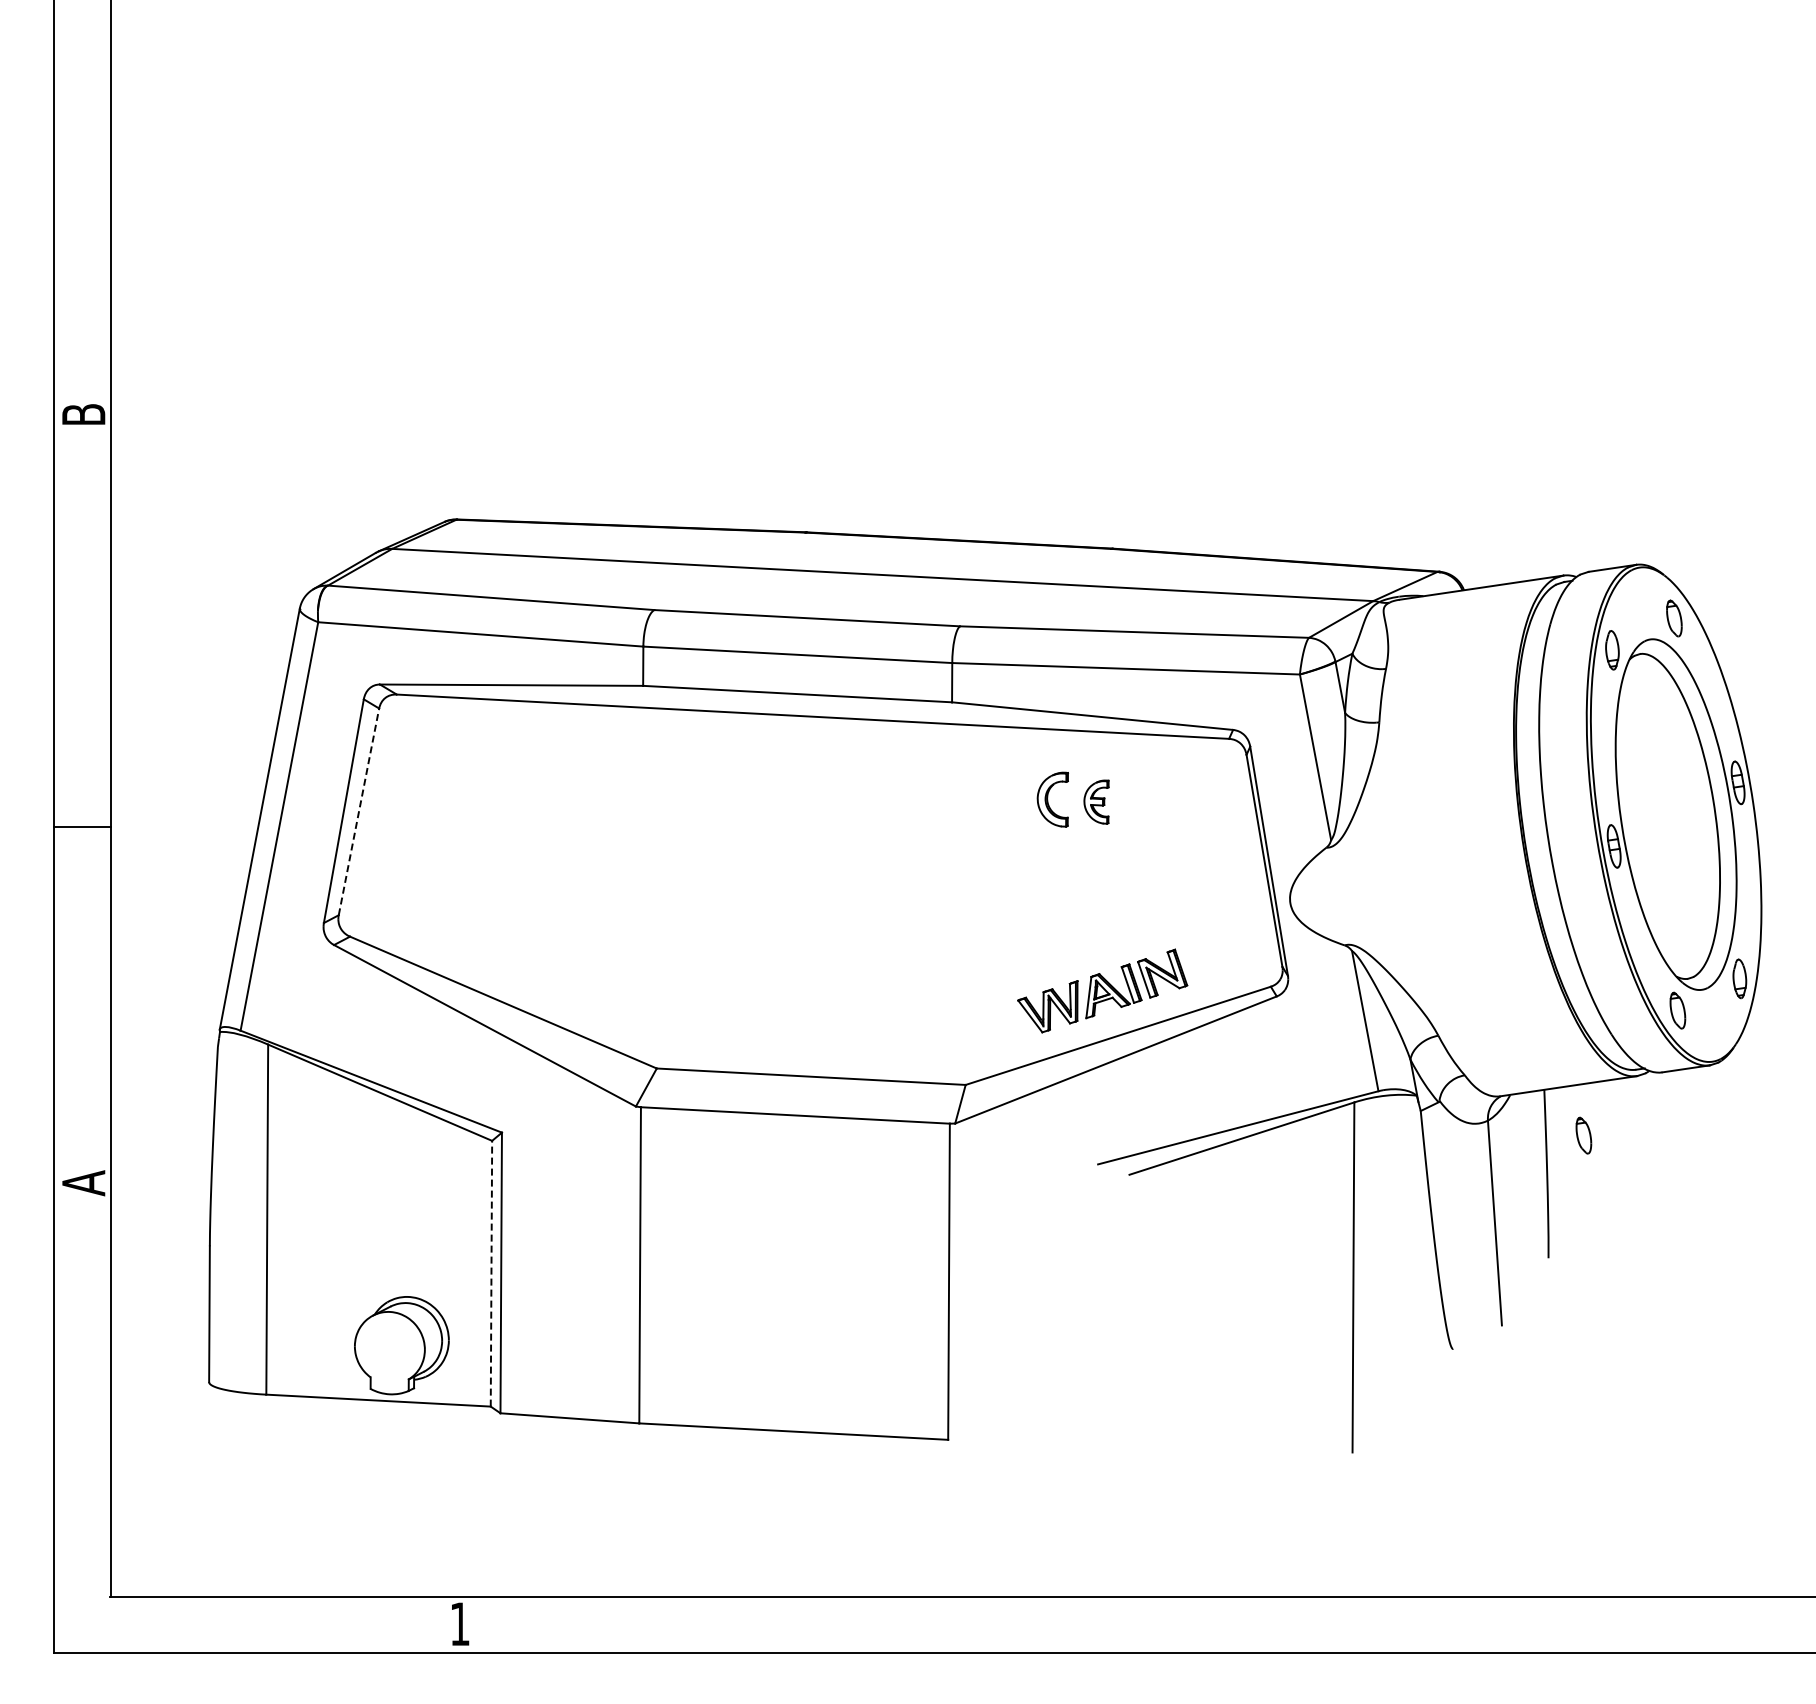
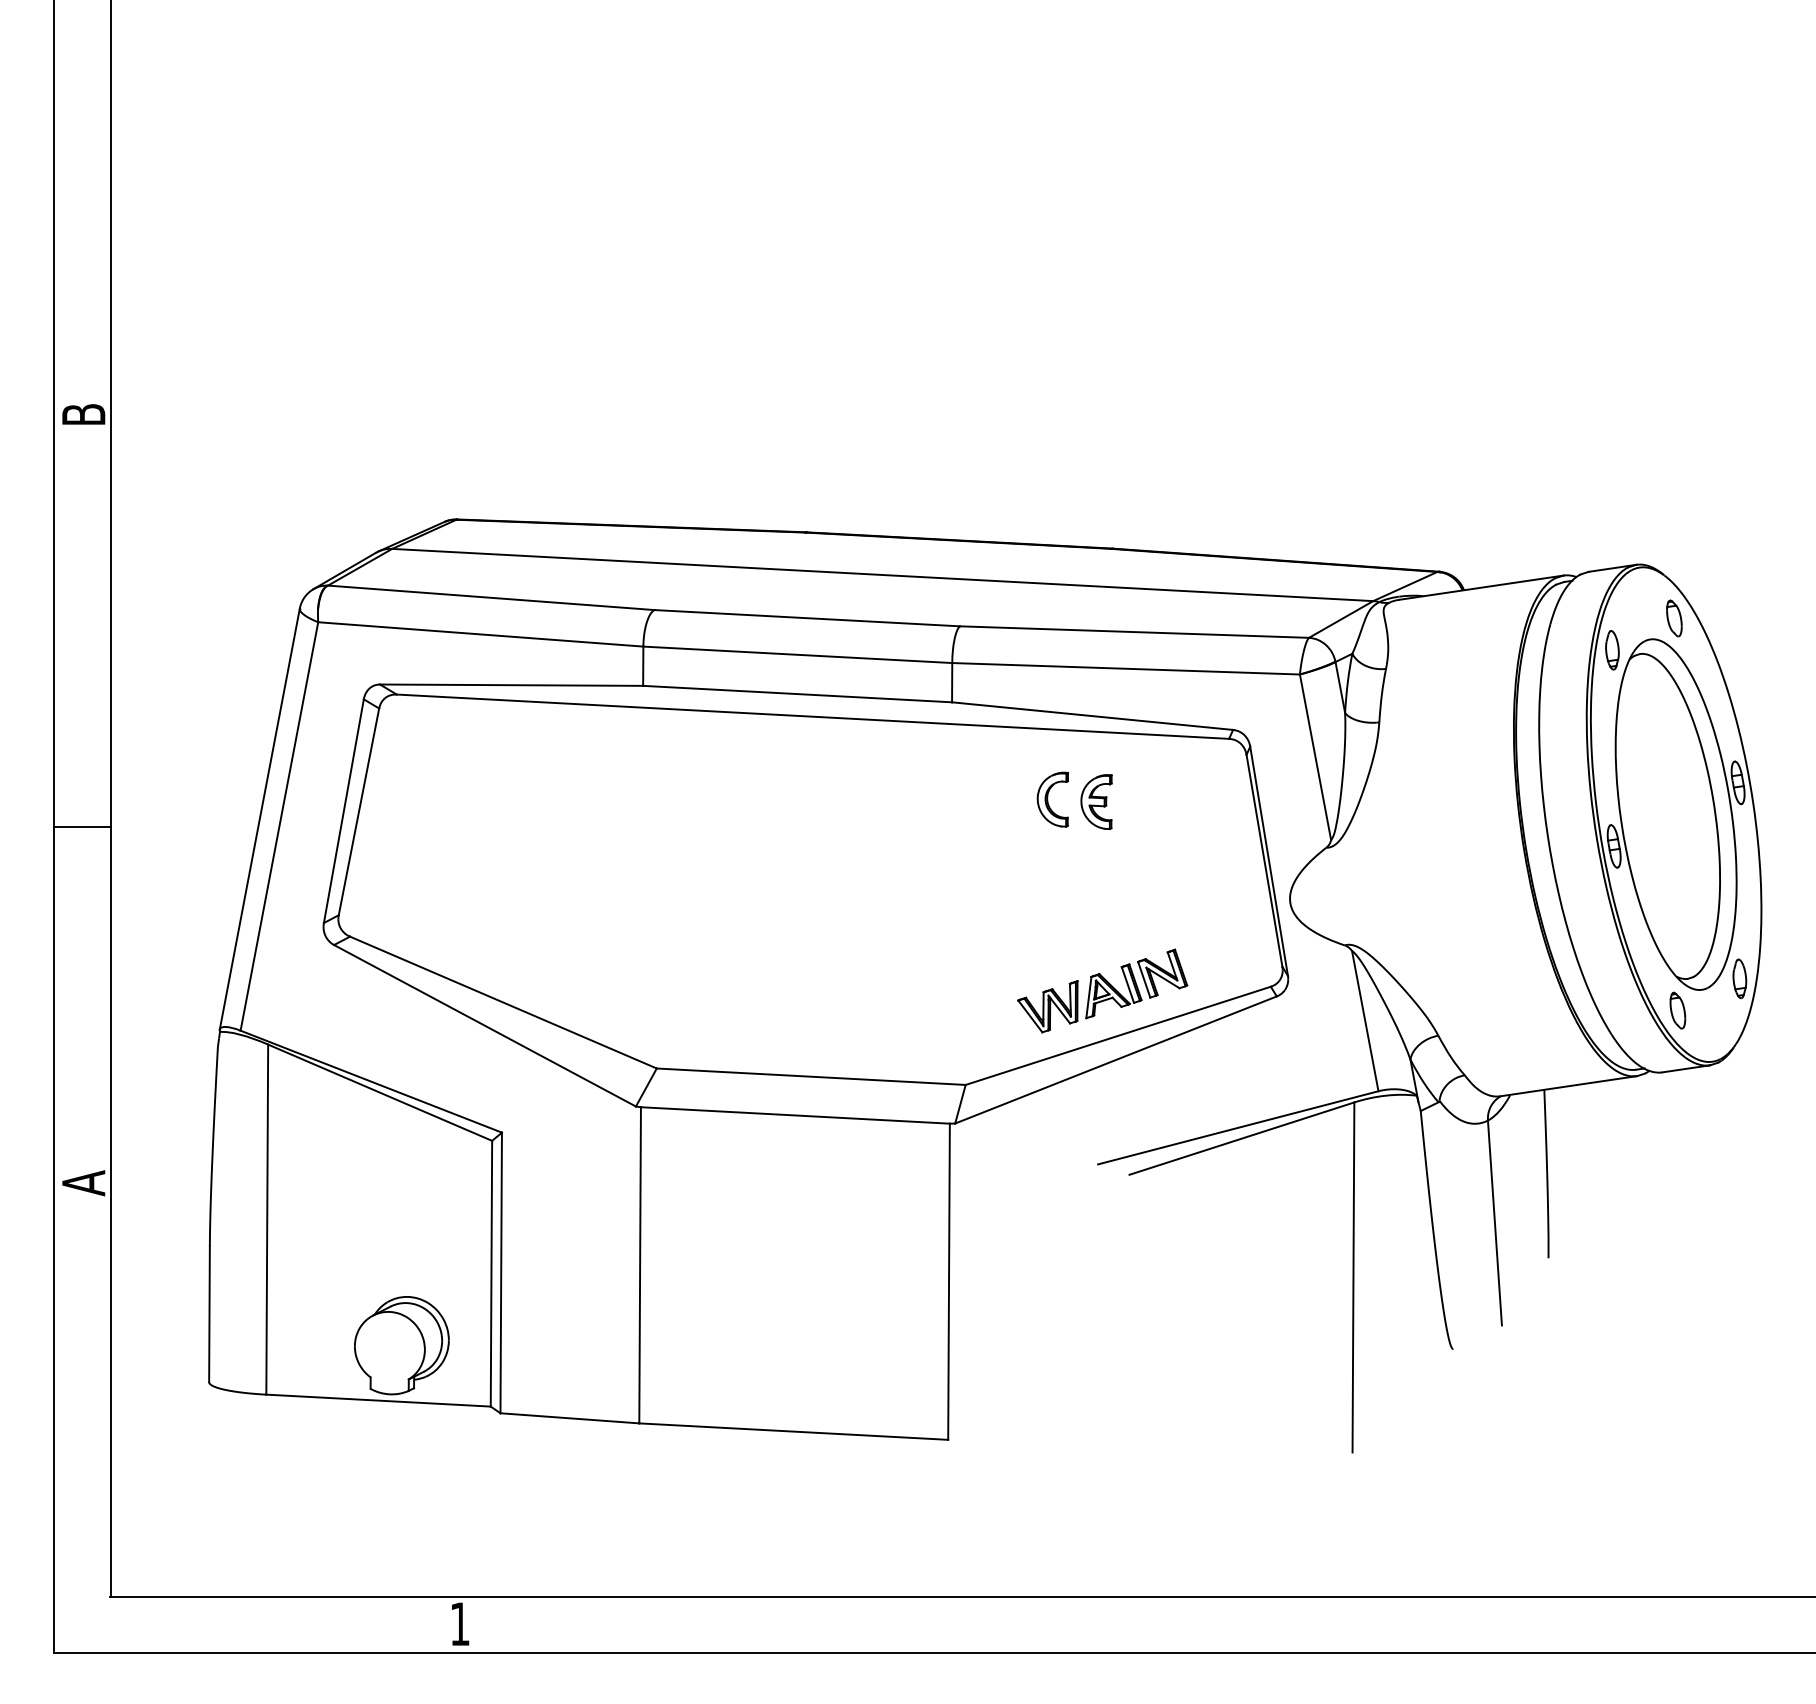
part at (1096, 801) size: 27x46 px -> 33x57 px
line at (359, 811): dashed -> solid
part at (1583, 1135): present -> none
line at (491, 1273): dashed -> solid
